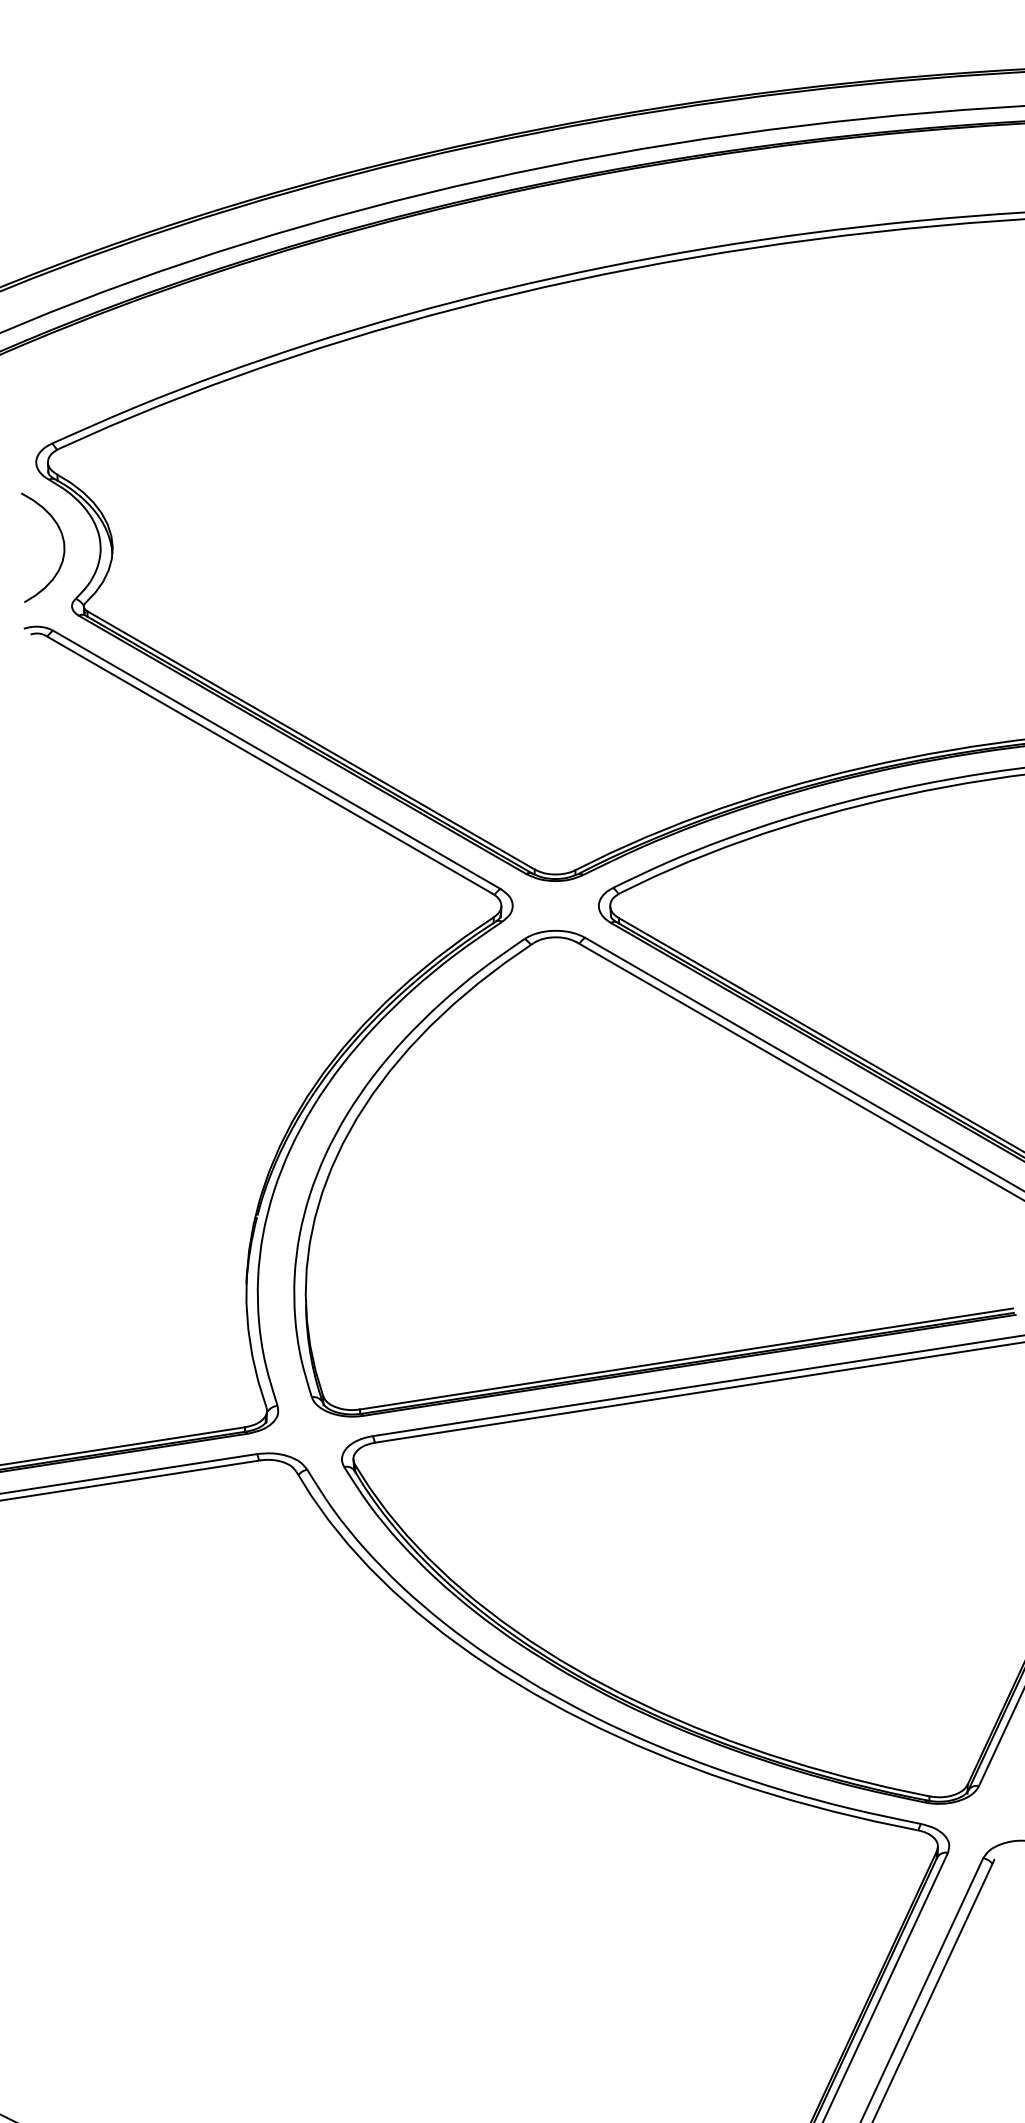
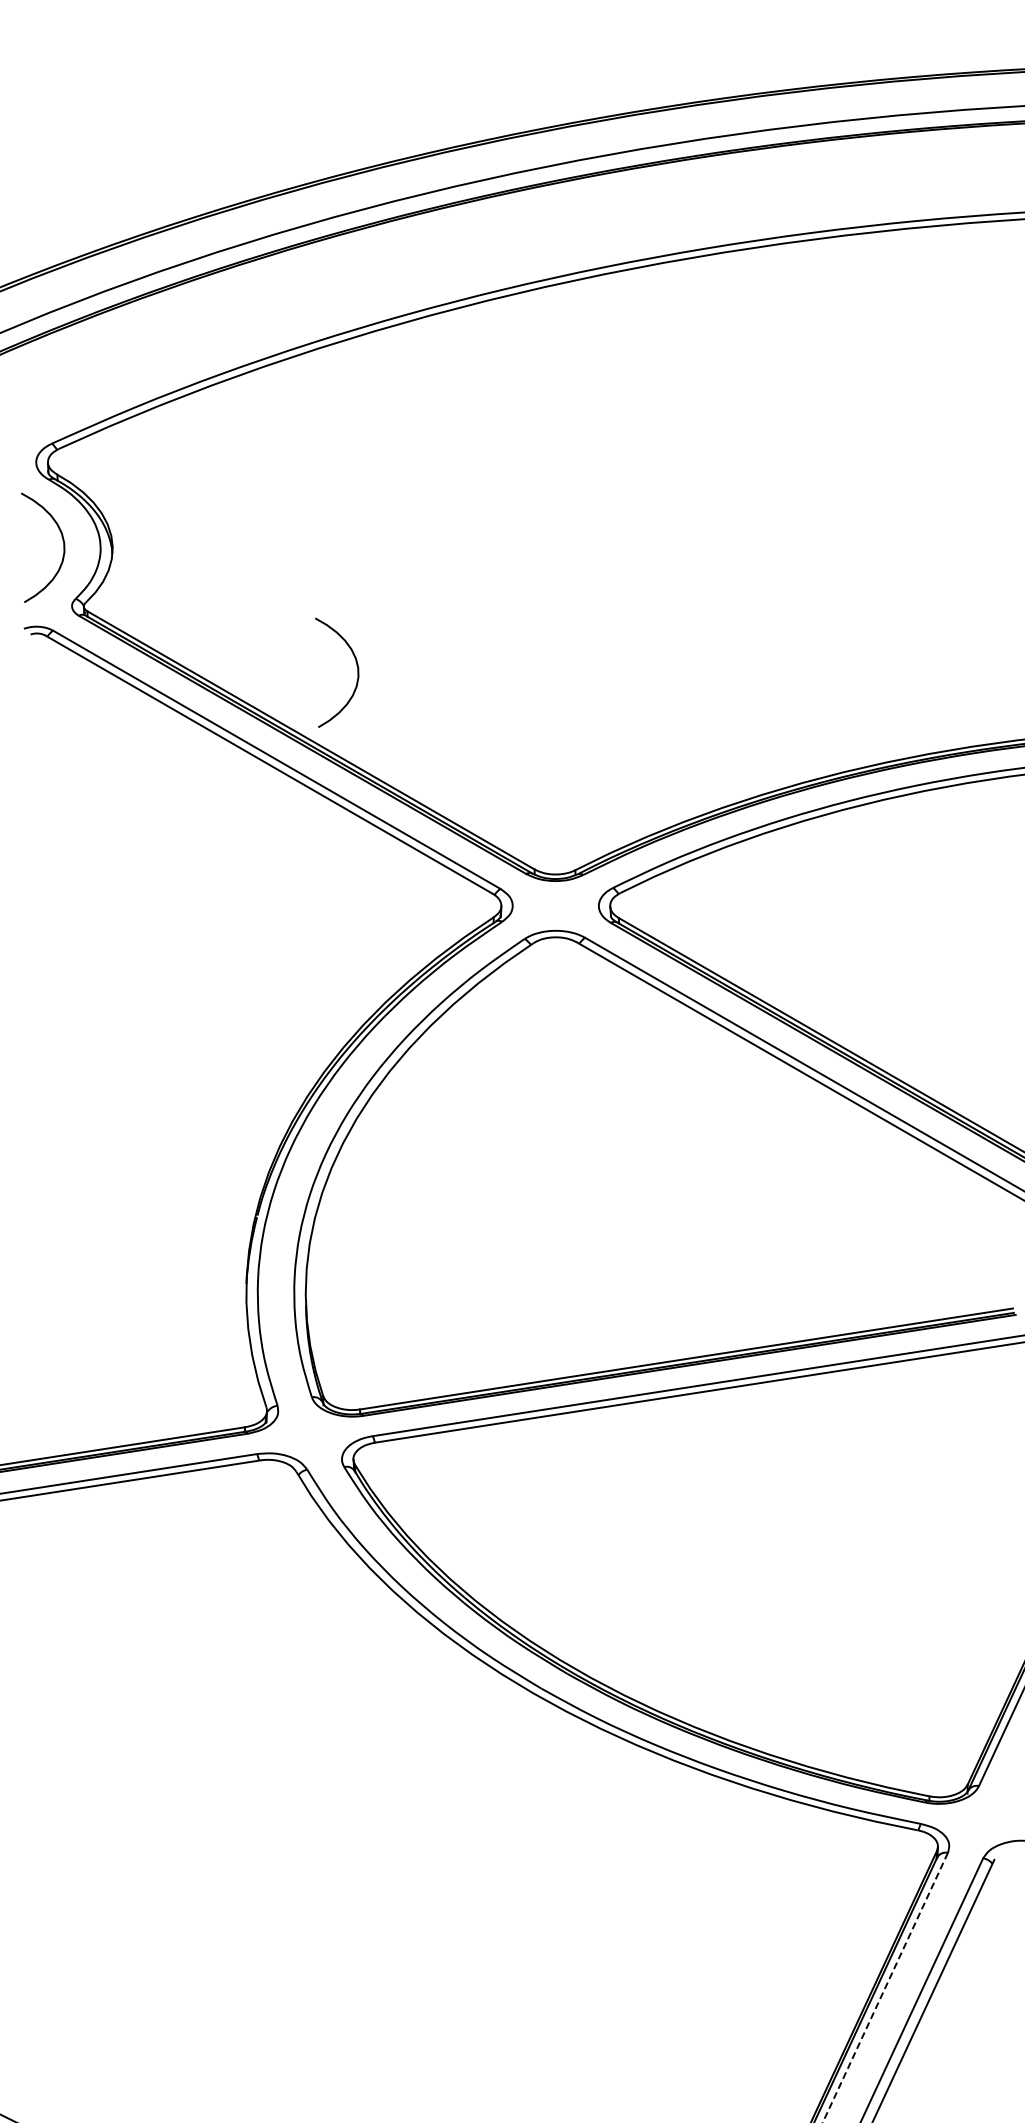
curve at (357, 672): none -> present
line at (885, 1988): solid -> dashed
